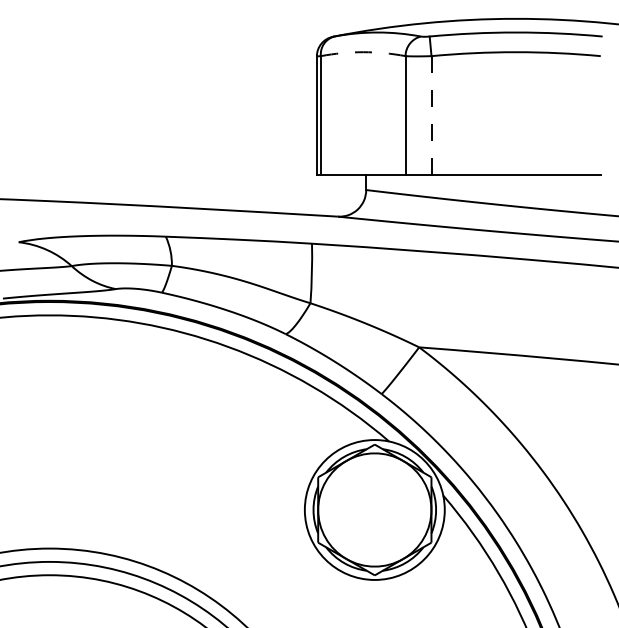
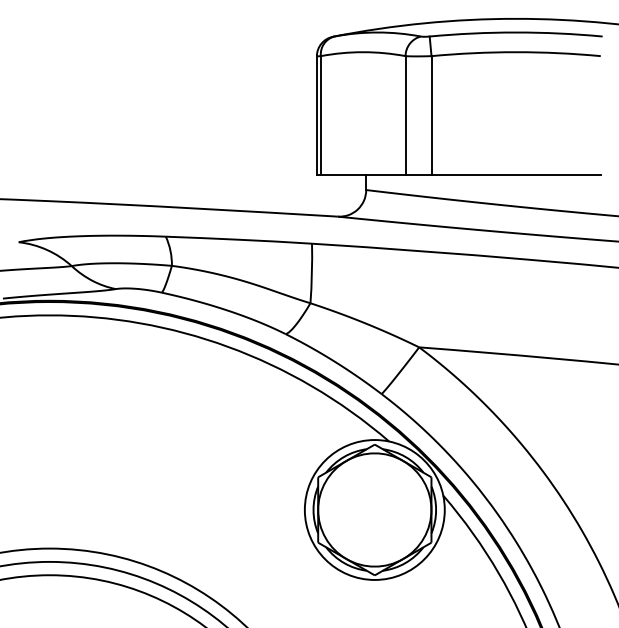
arc at (363, 52): dashed -> solid
line at (431, 115): dashed -> solid
